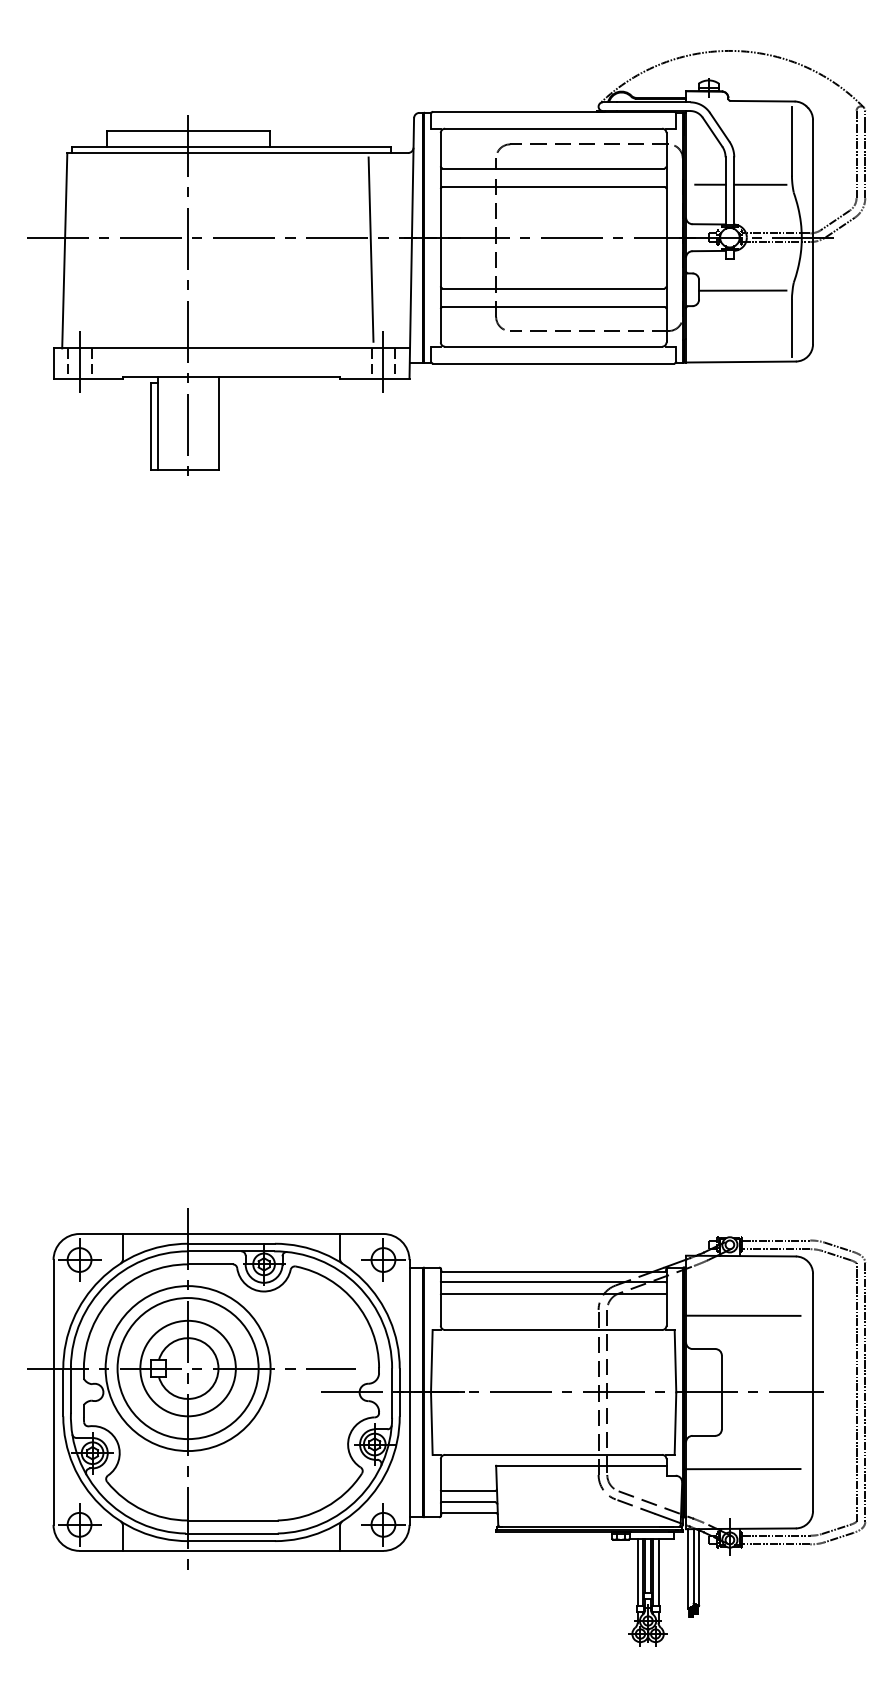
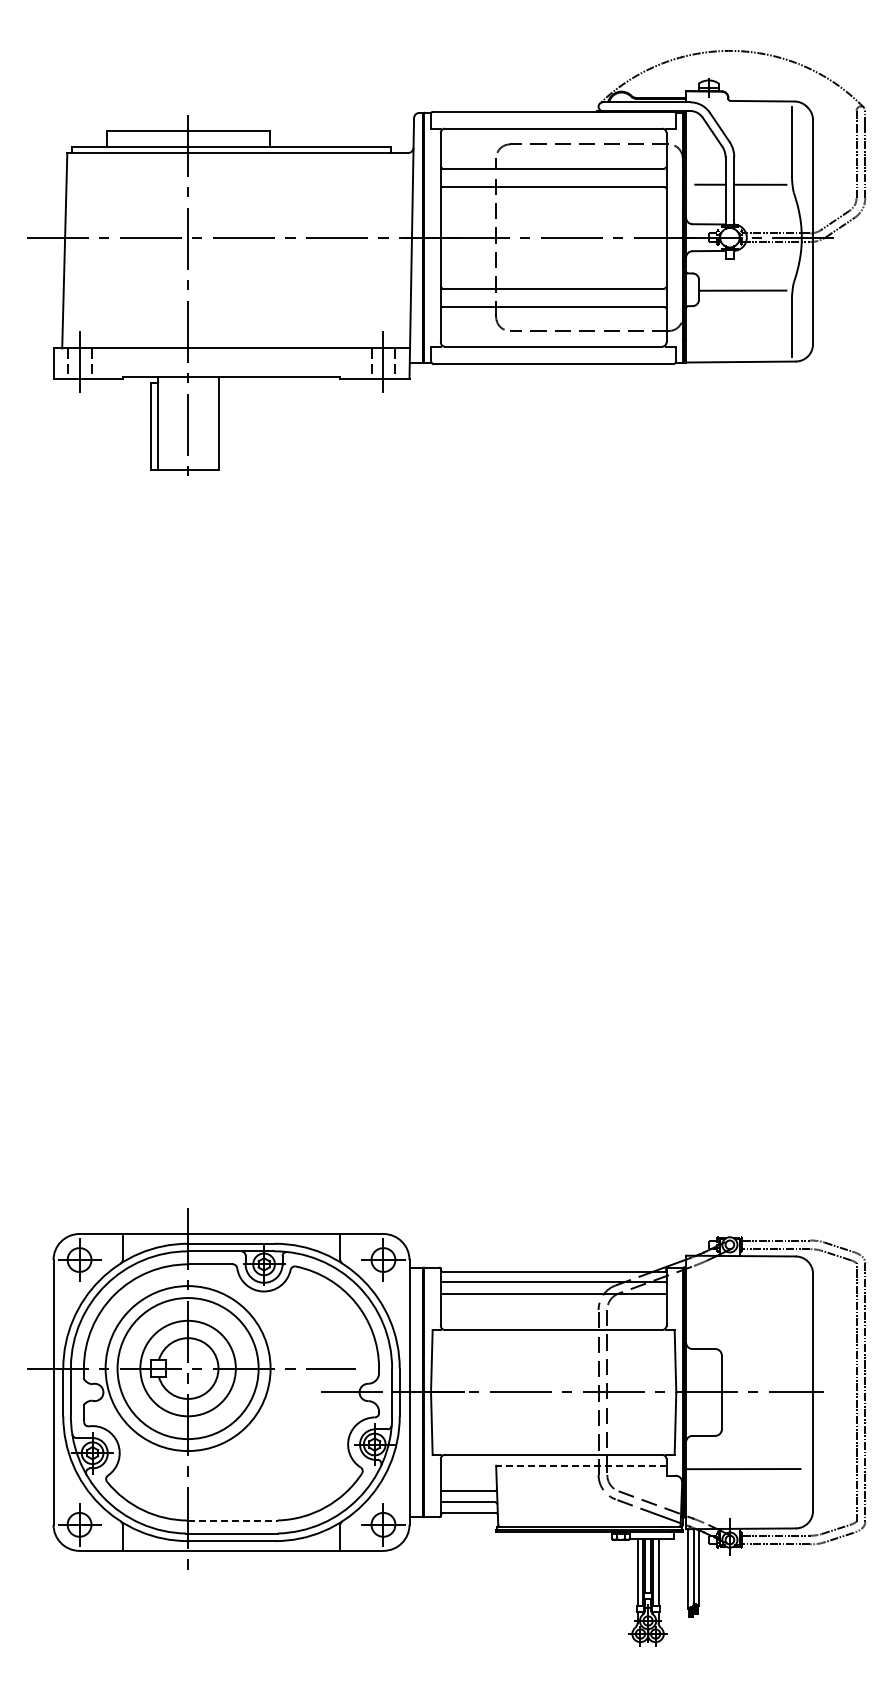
line at (370, 249): present -> none
line at (743, 1315): present -> none
line at (580, 1465): solid -> dashed
line at (232, 1520): solid -> dashed
